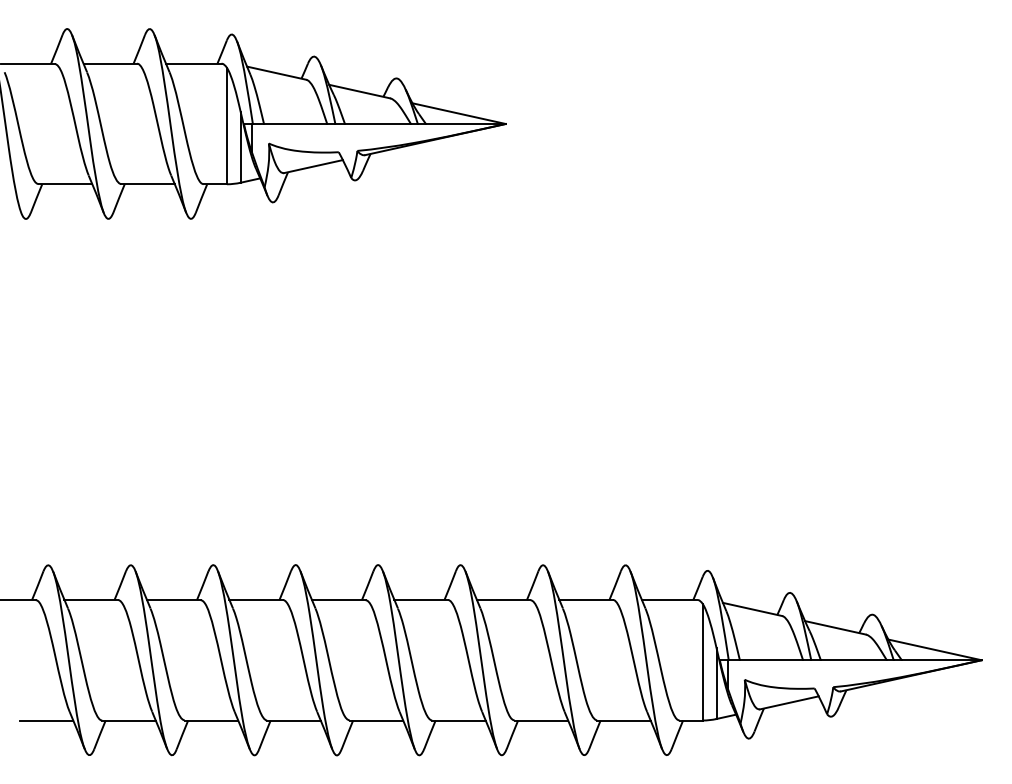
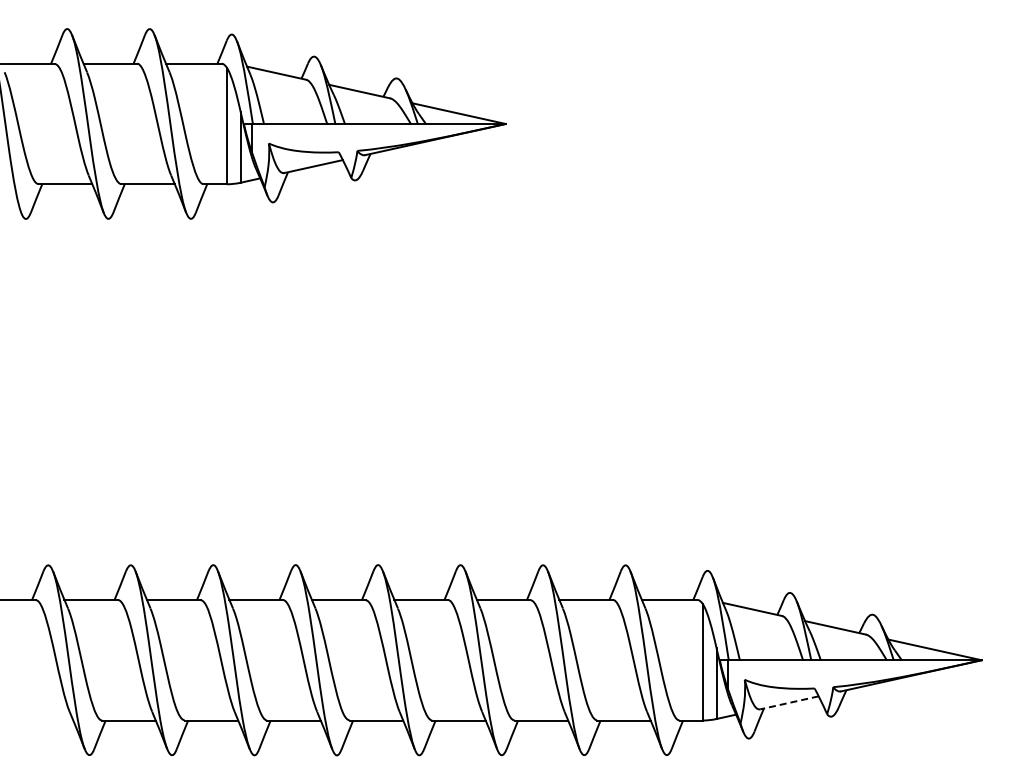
line at (788, 702): solid -> dashed
line at (46, 720): present -> none
